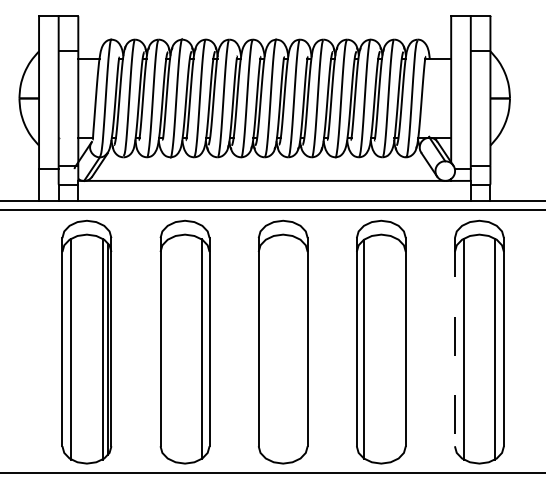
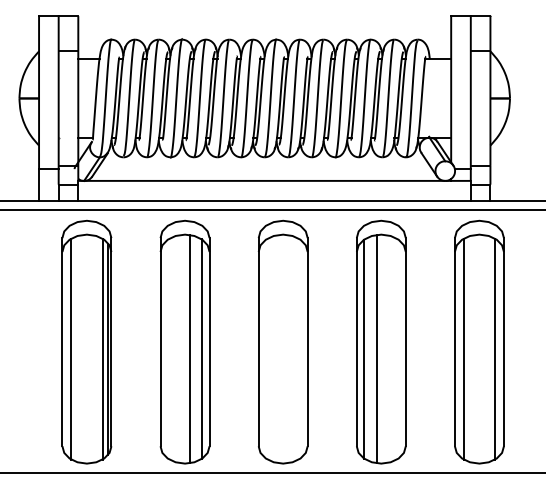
line at (454, 342): dashed -> solid
line at (189, 348): none -> present
line at (376, 348): none -> present
